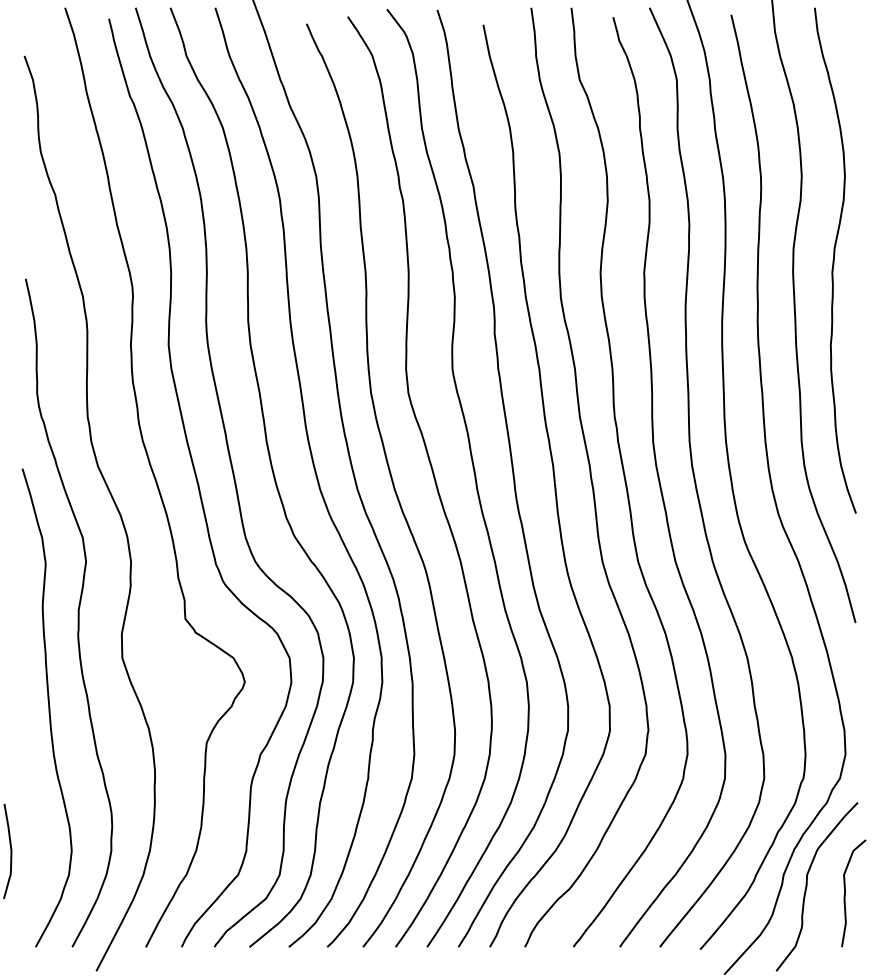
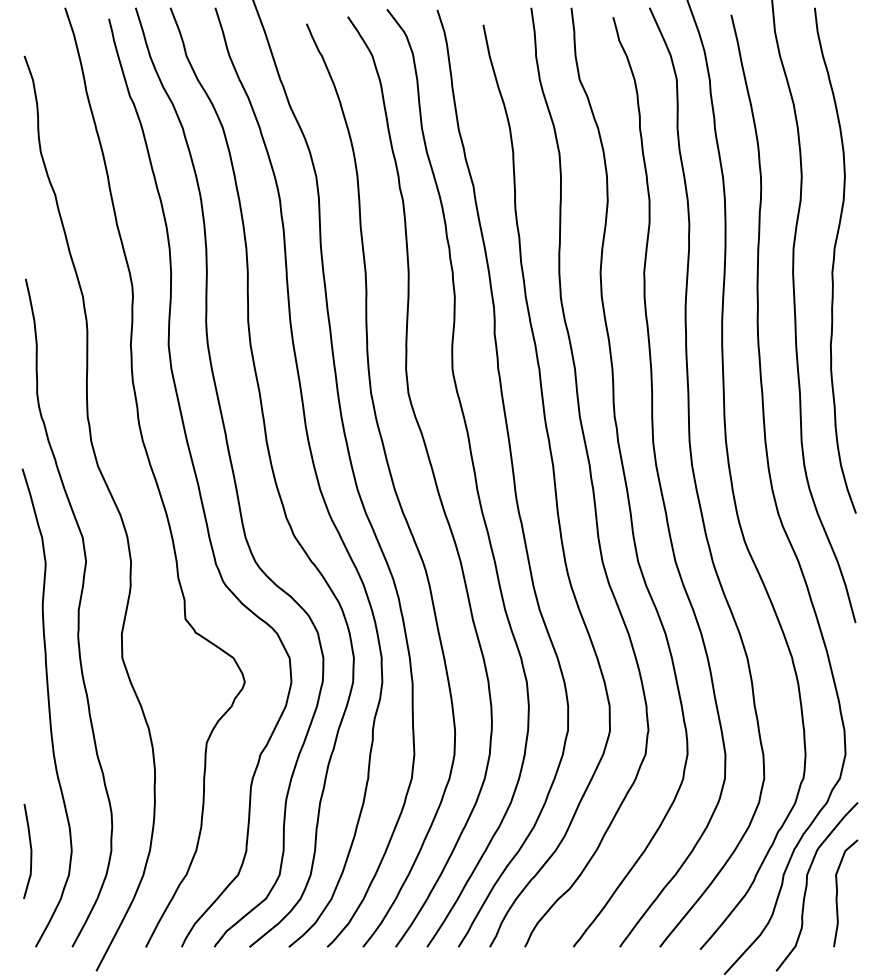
curve at (10, 851) position: (10, 851) -> (30, 851)
curve at (845, 893) position: (845, 893) -> (837, 893)
